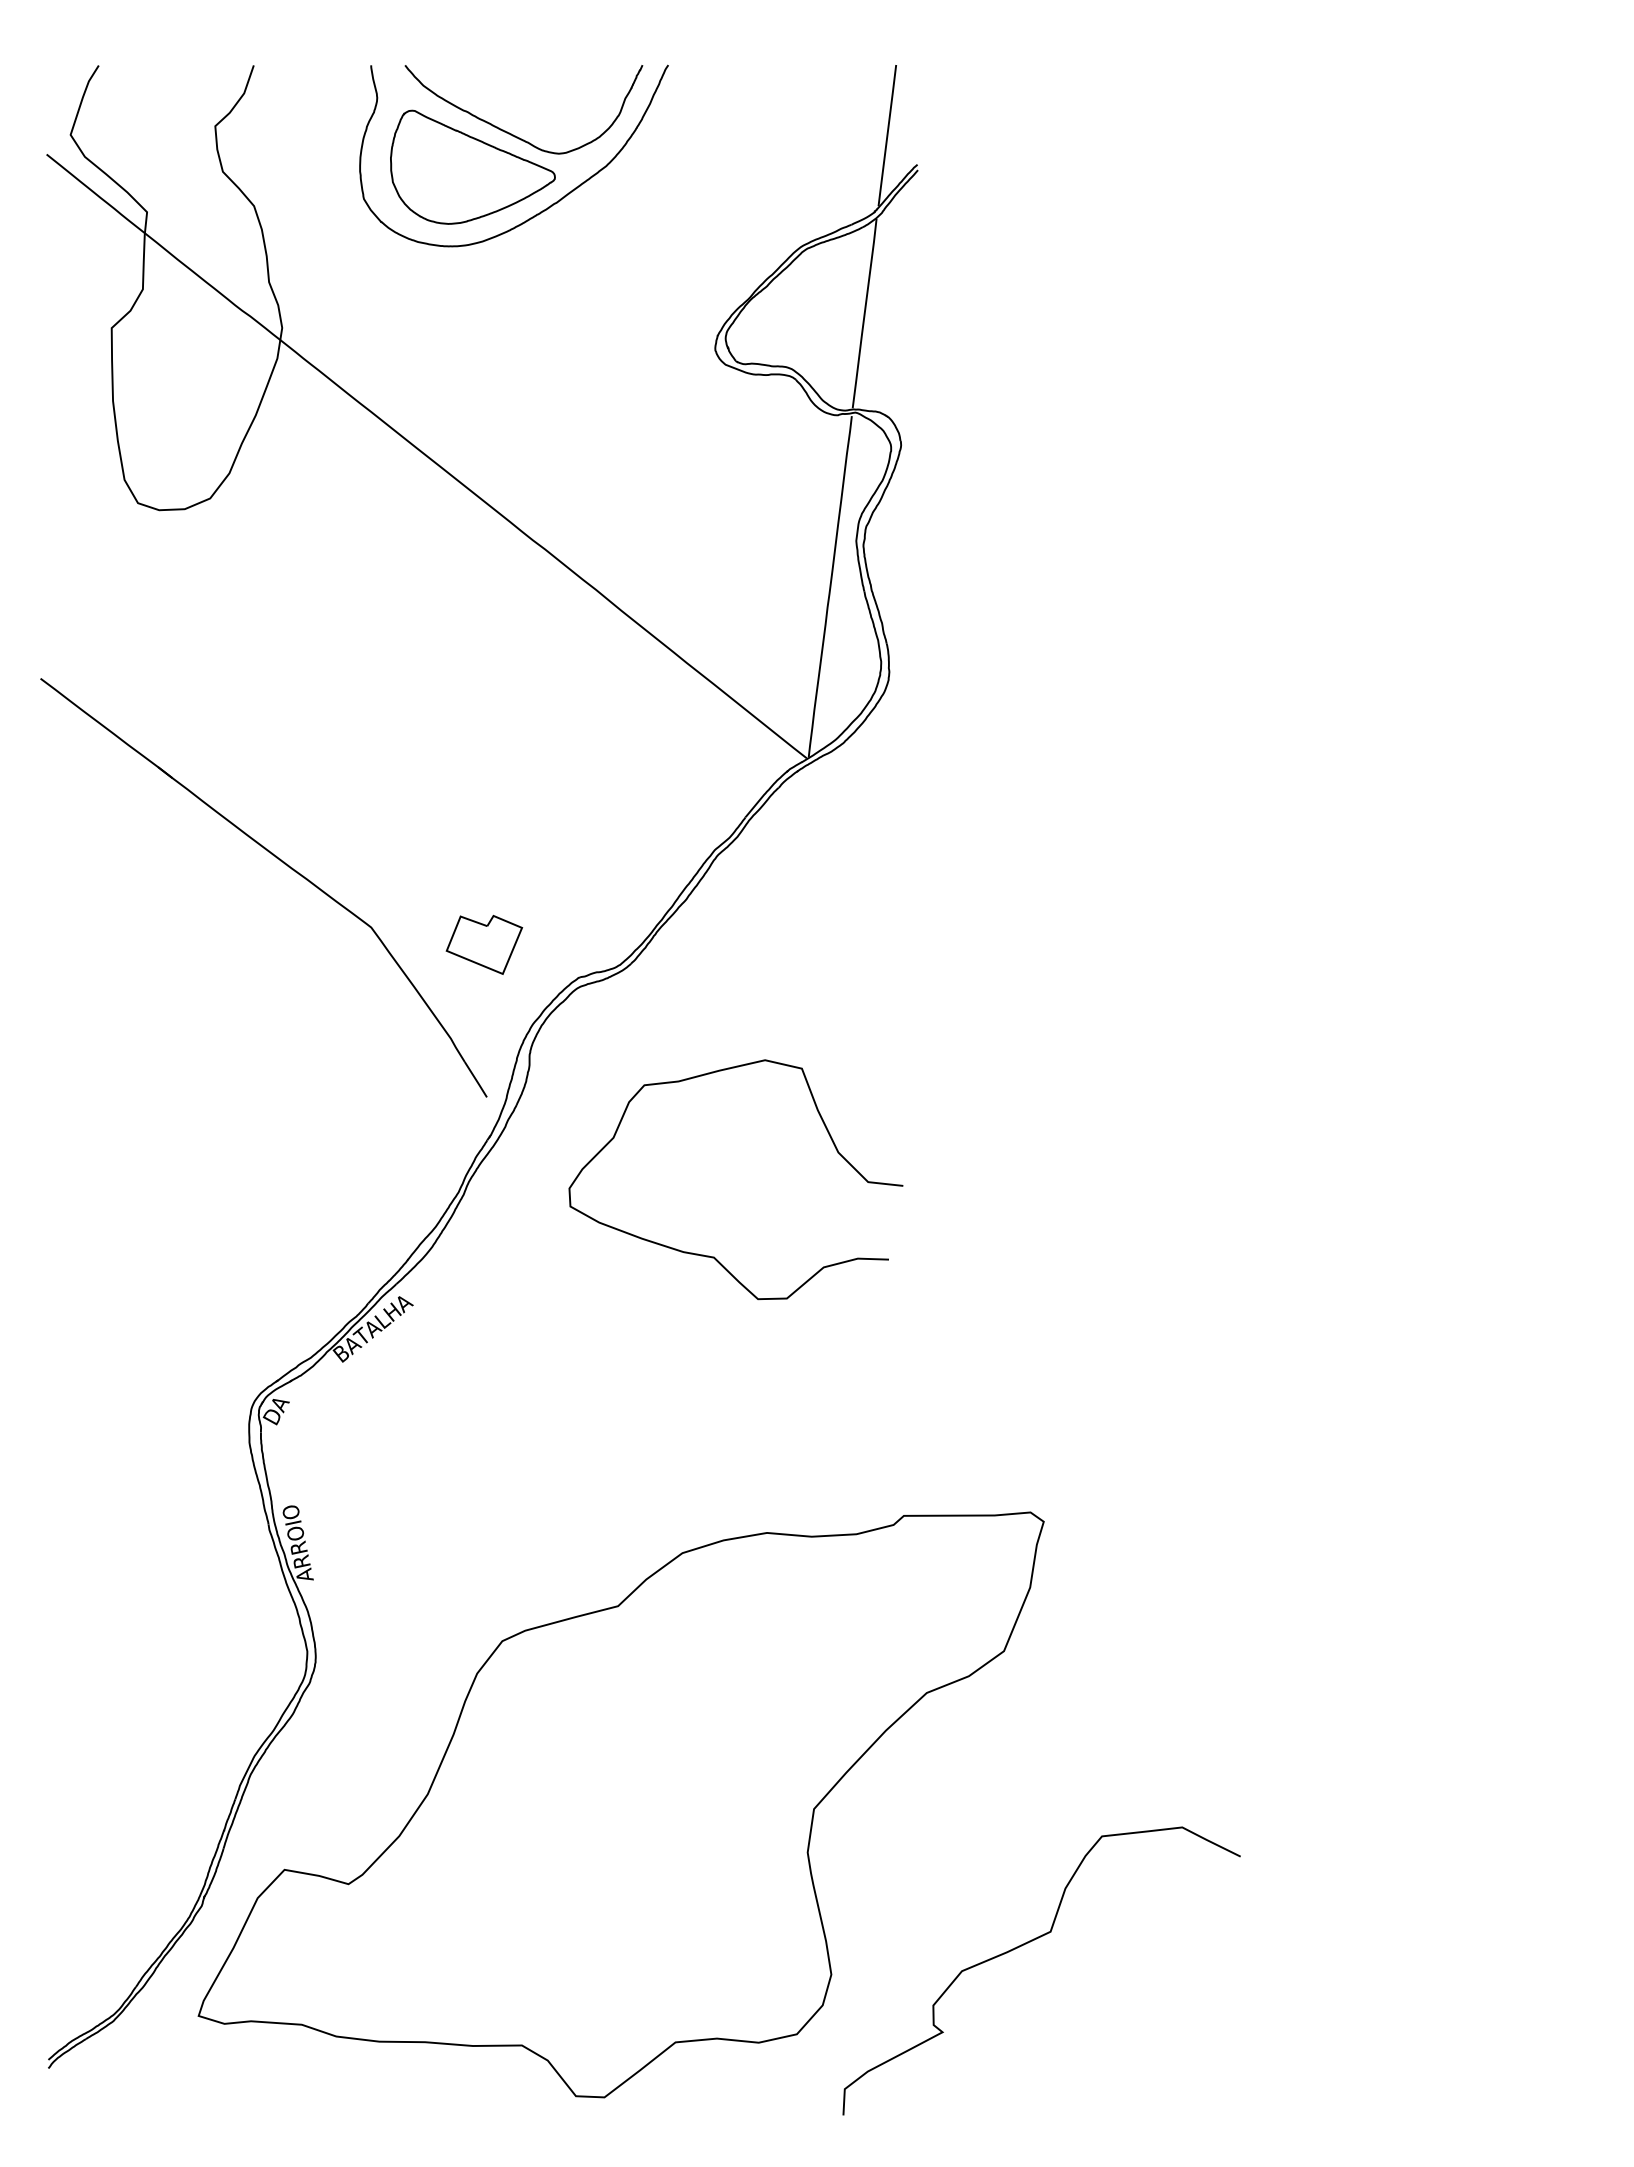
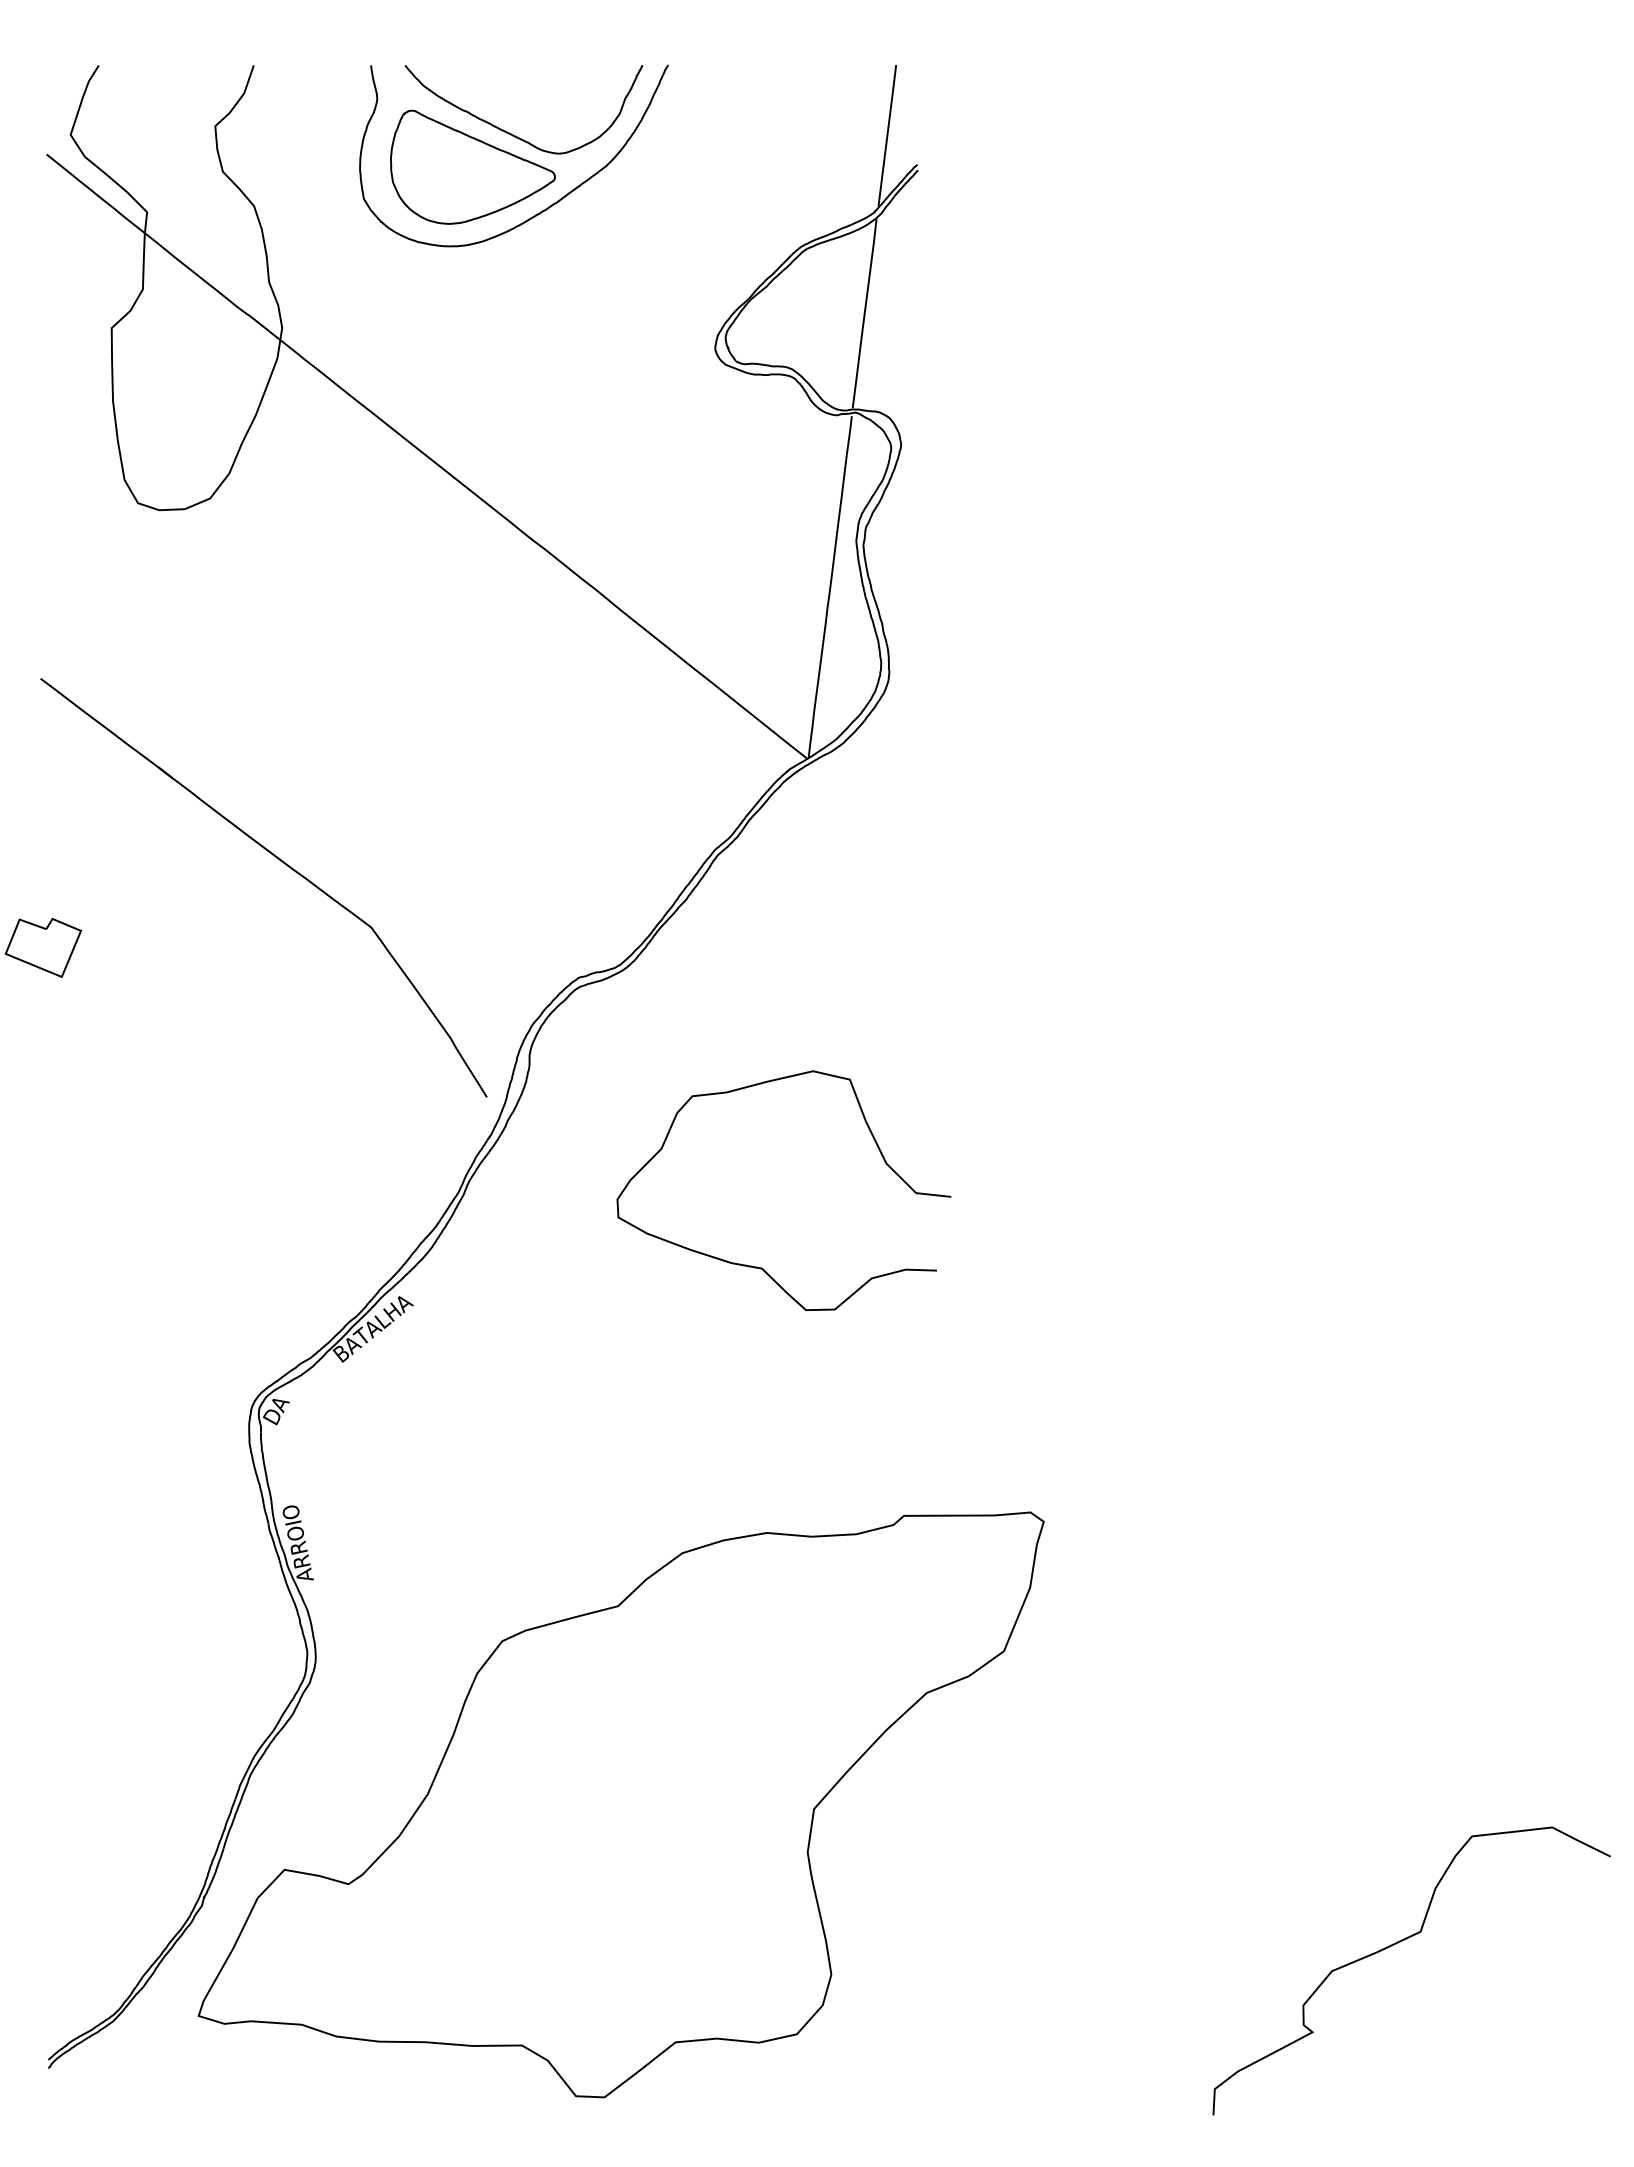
part at (484, 944) position: (484, 944) -> (43, 947)
curve at (714, 1256) position: (714, 1256) -> (762, 1267)
curve at (1028, 1943) position: (1028, 1943) -> (1398, 1943)
